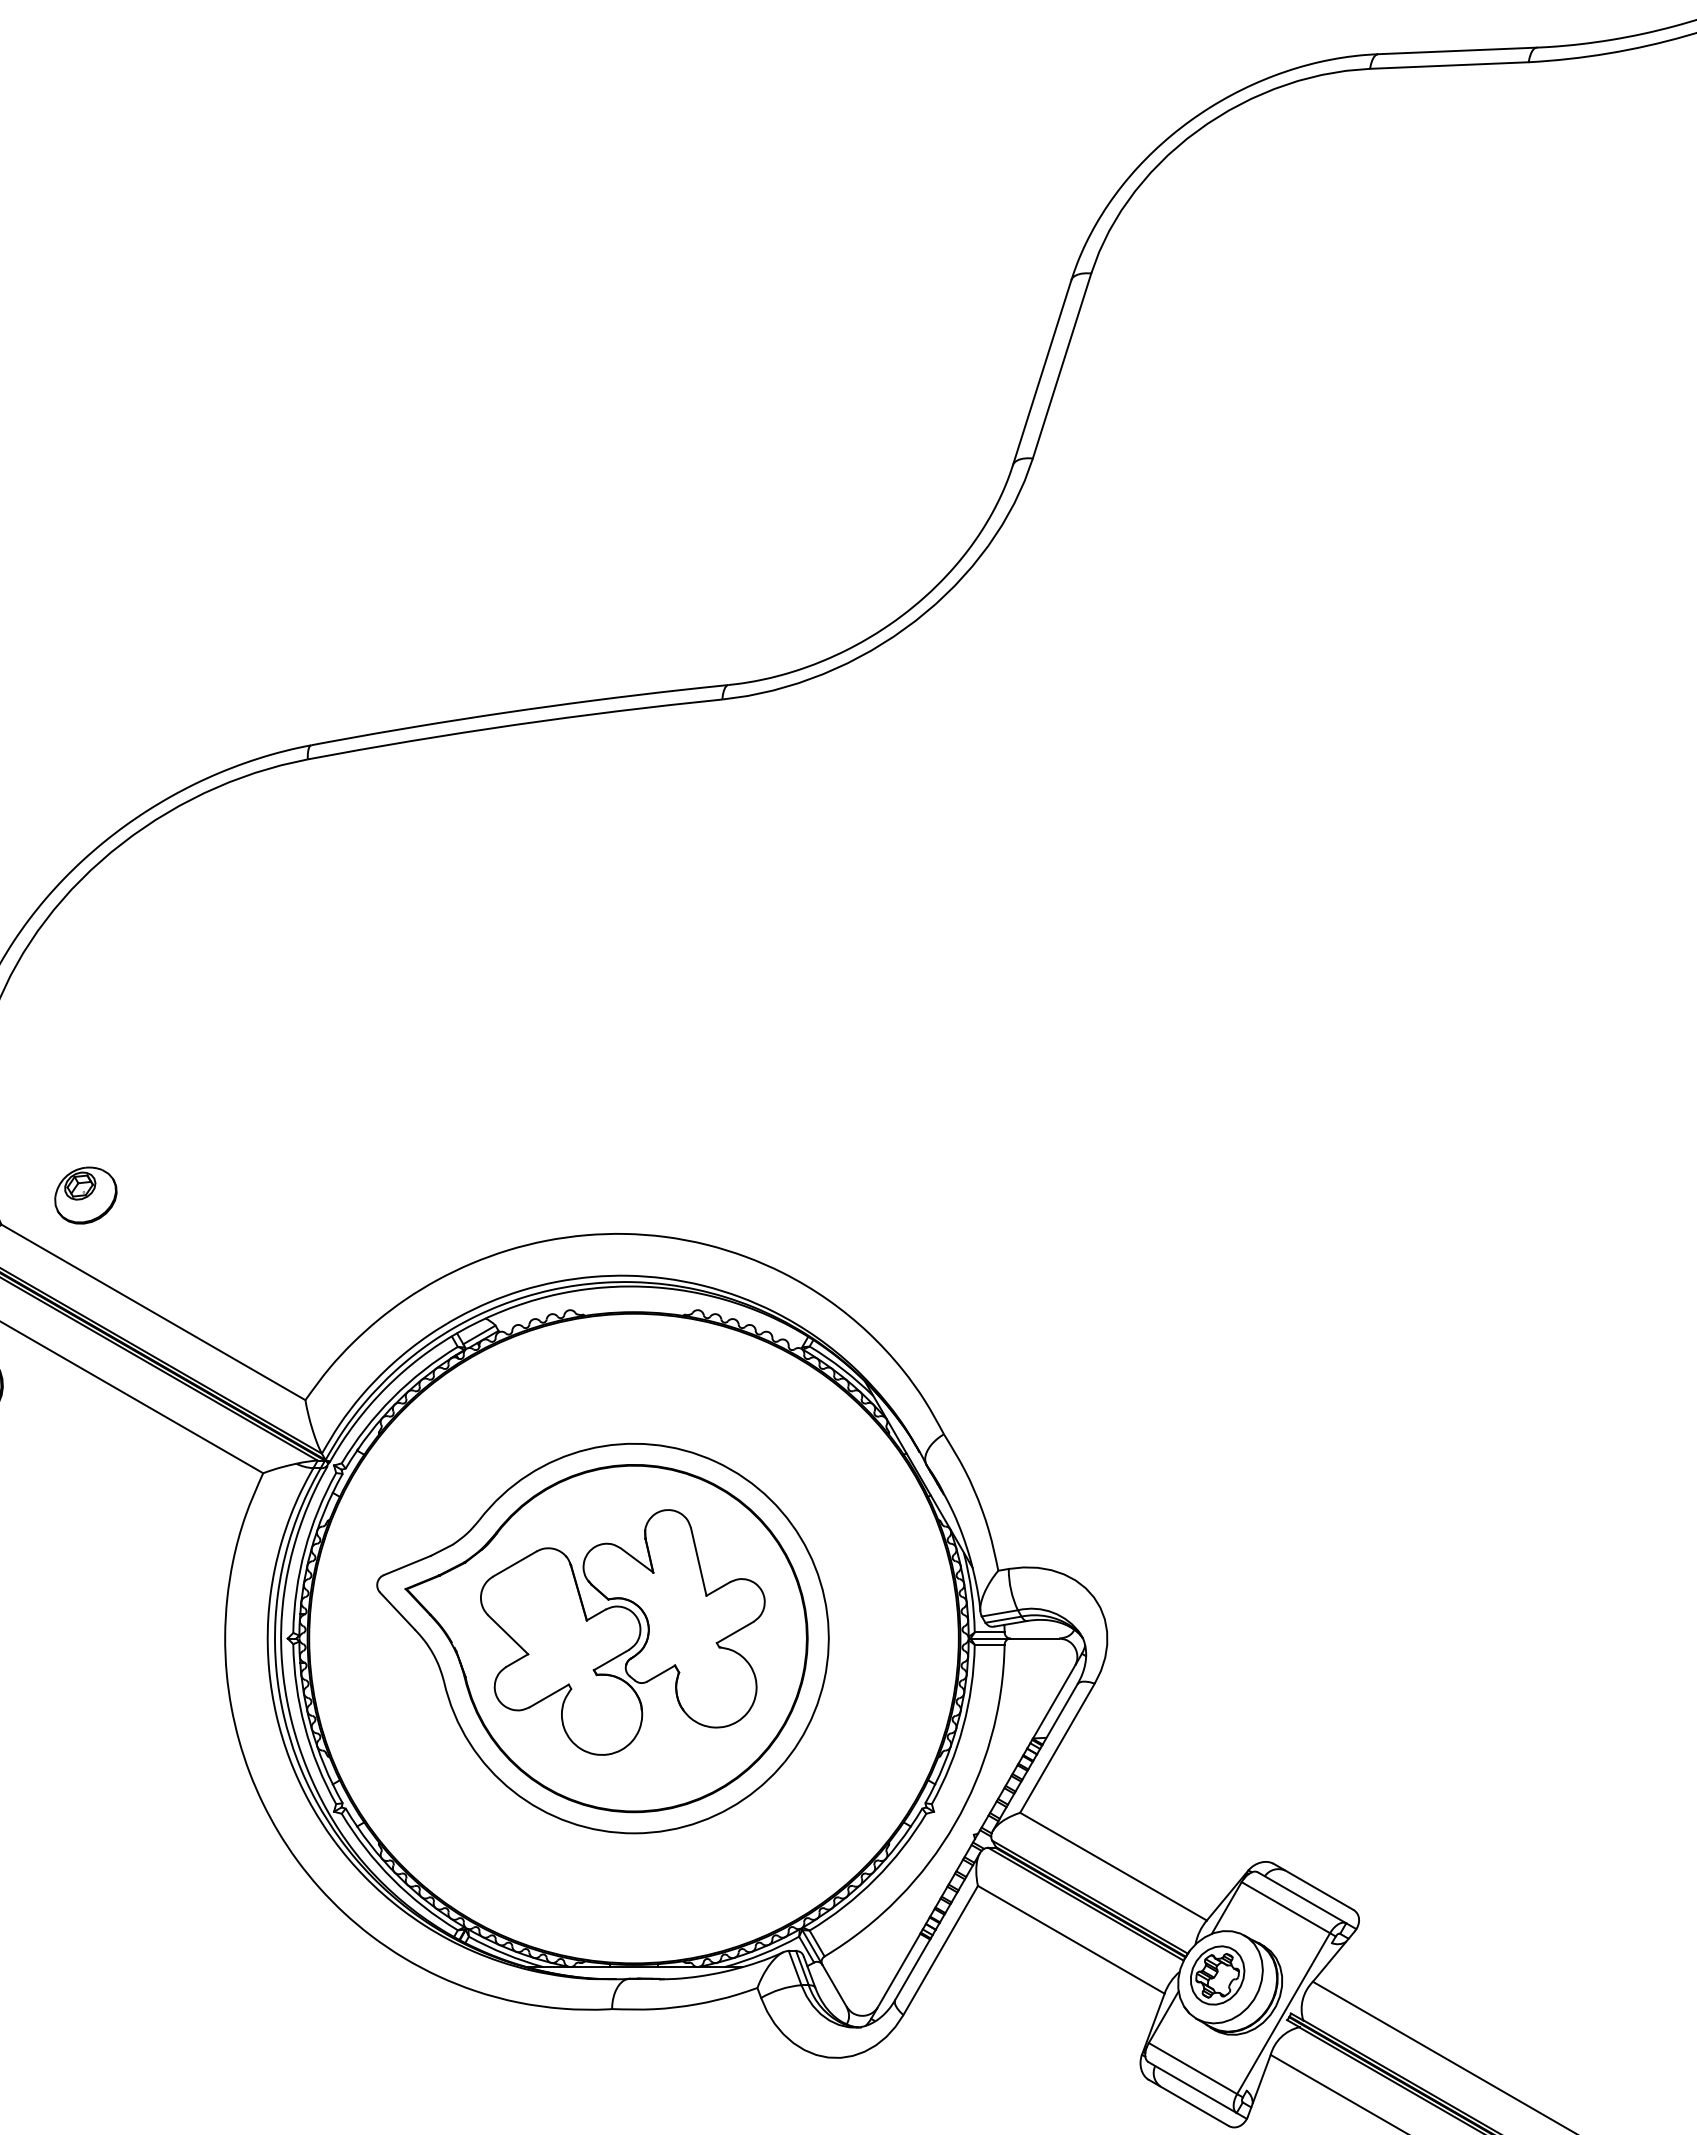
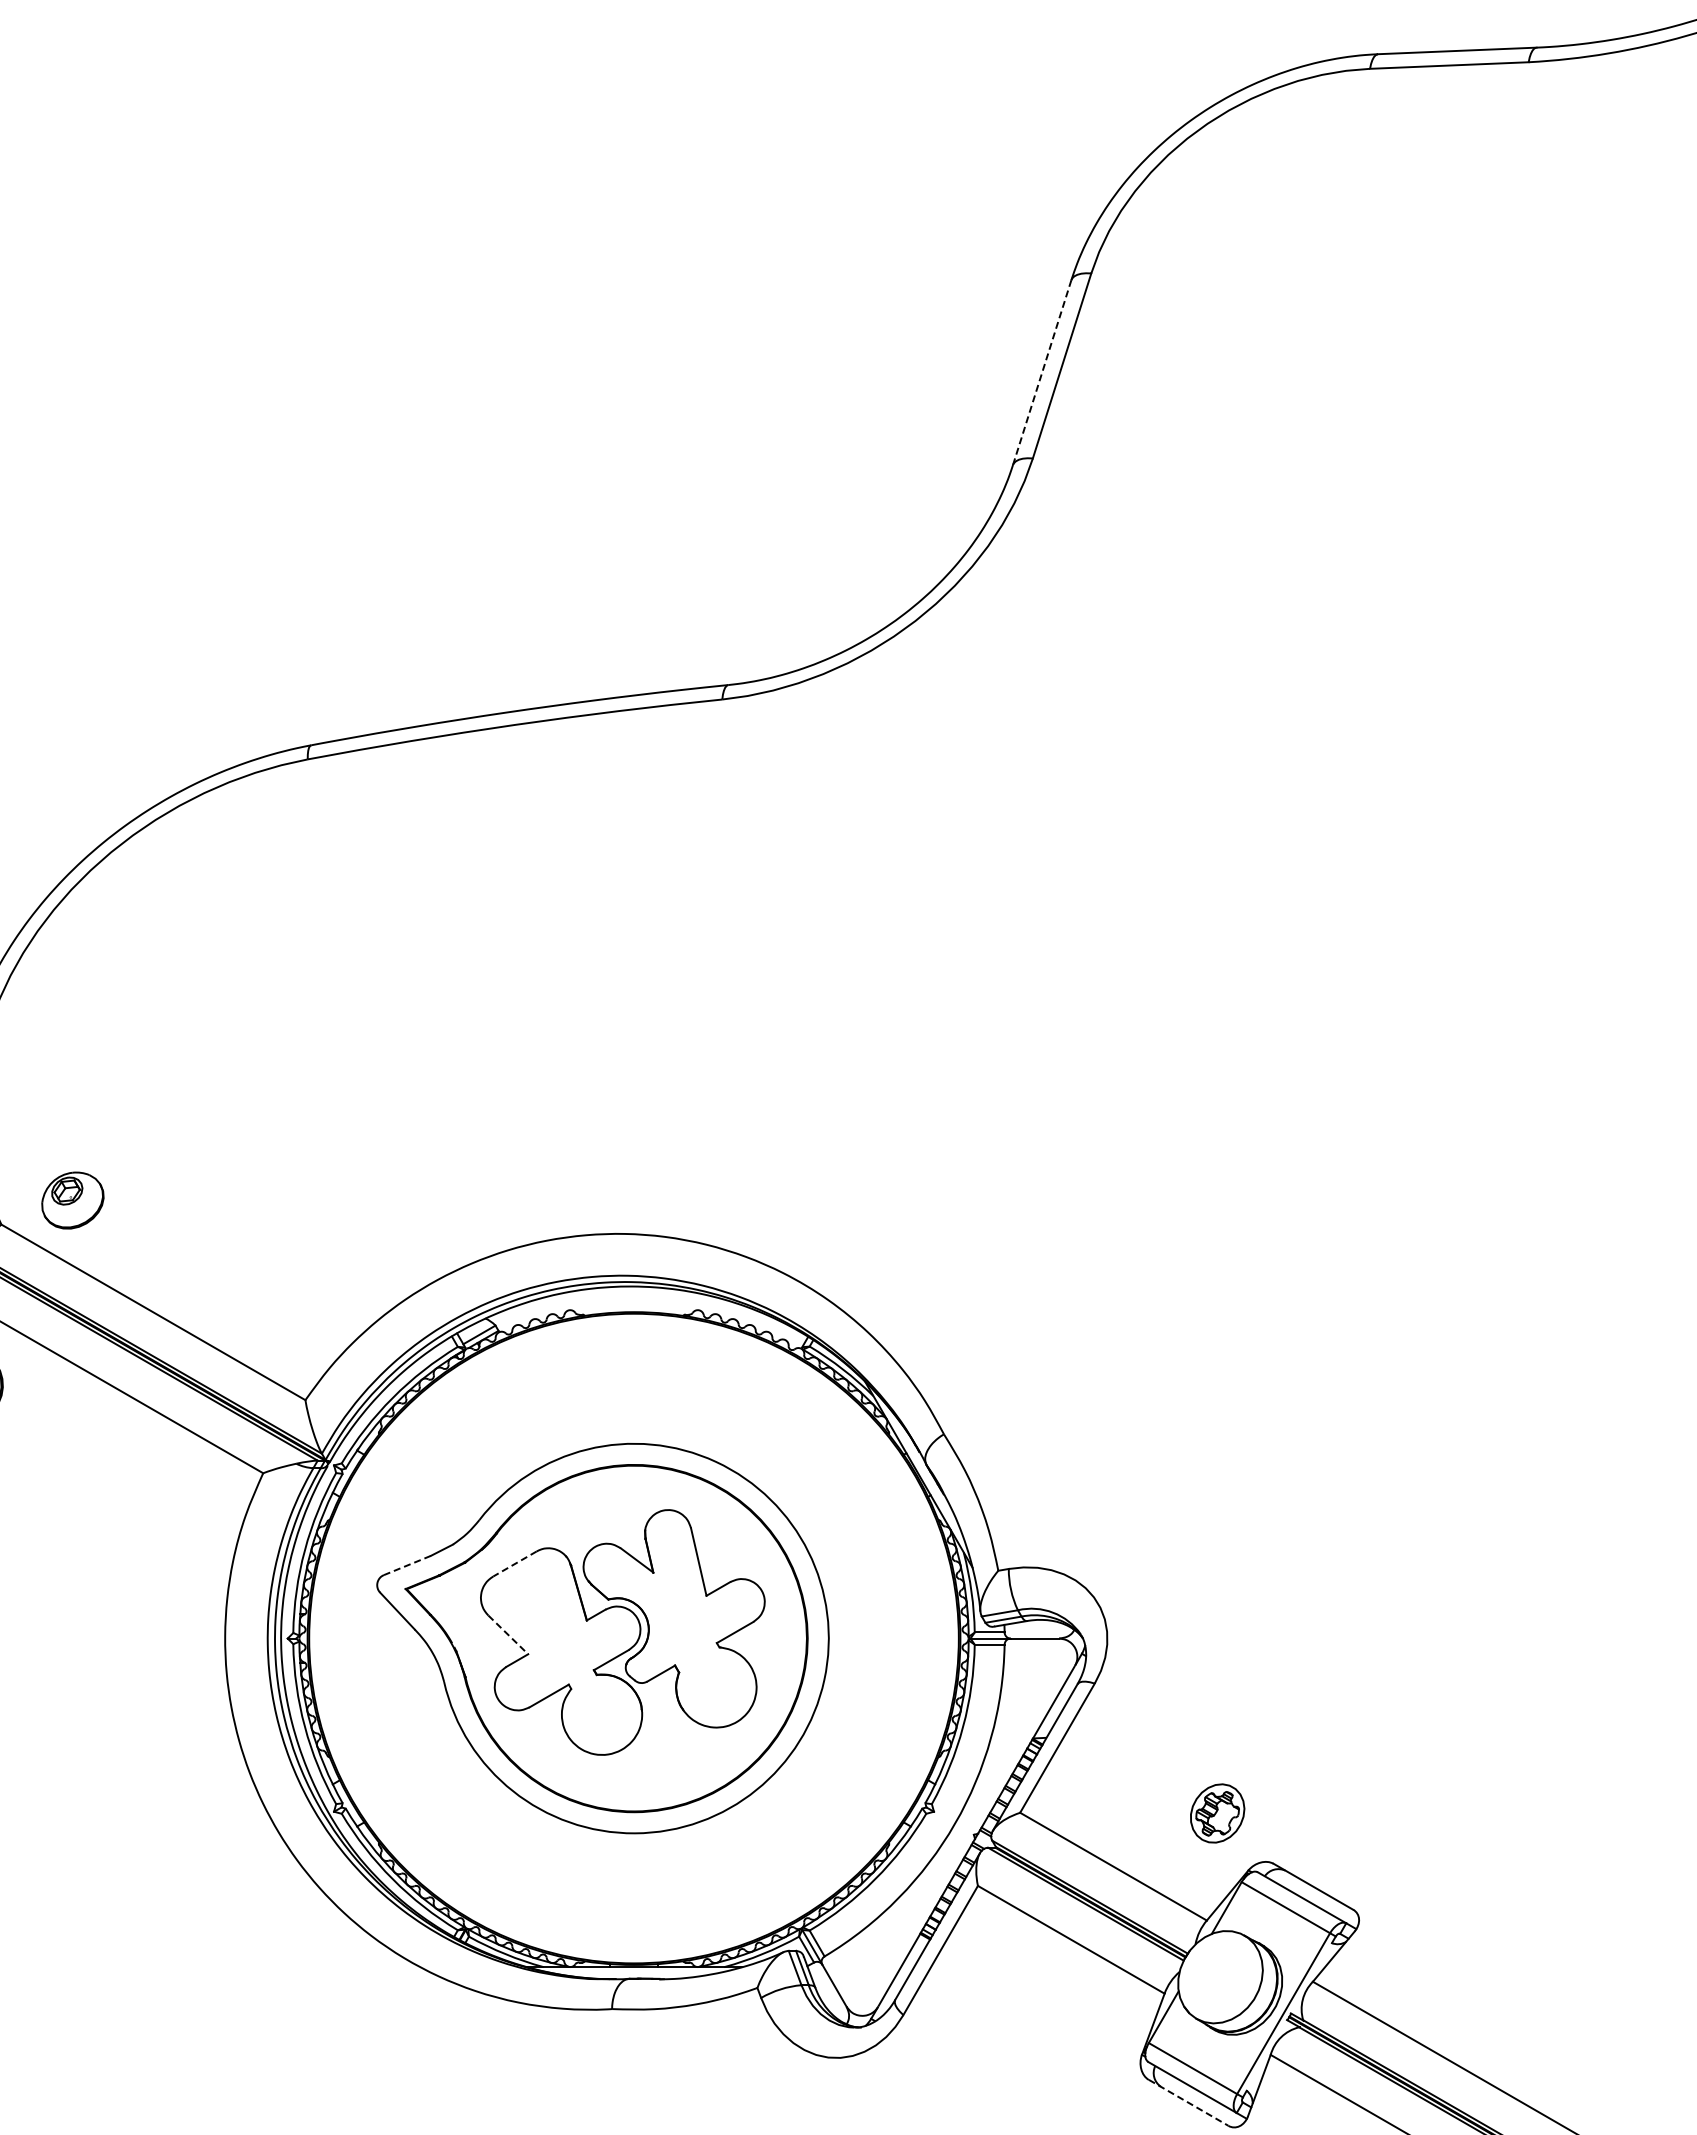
line at (1042, 372): solid -> dashed
part at (85, 1195) position: (85, 1195) -> (72, 1200)
line at (514, 1564): solid -> dashed
line at (406, 1565): solid -> dashed
line at (508, 1634): solid -> dashed
part at (1217, 1975) position: (1217, 1975) -> (1217, 1813)
line at (1188, 2102): solid -> dashed
